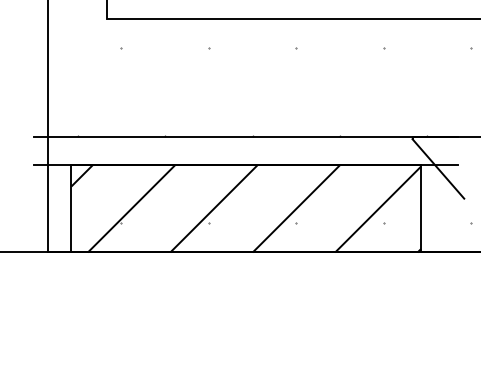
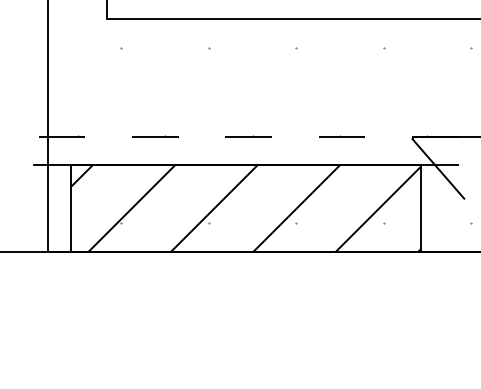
line at (245, 137): solid -> dashed
